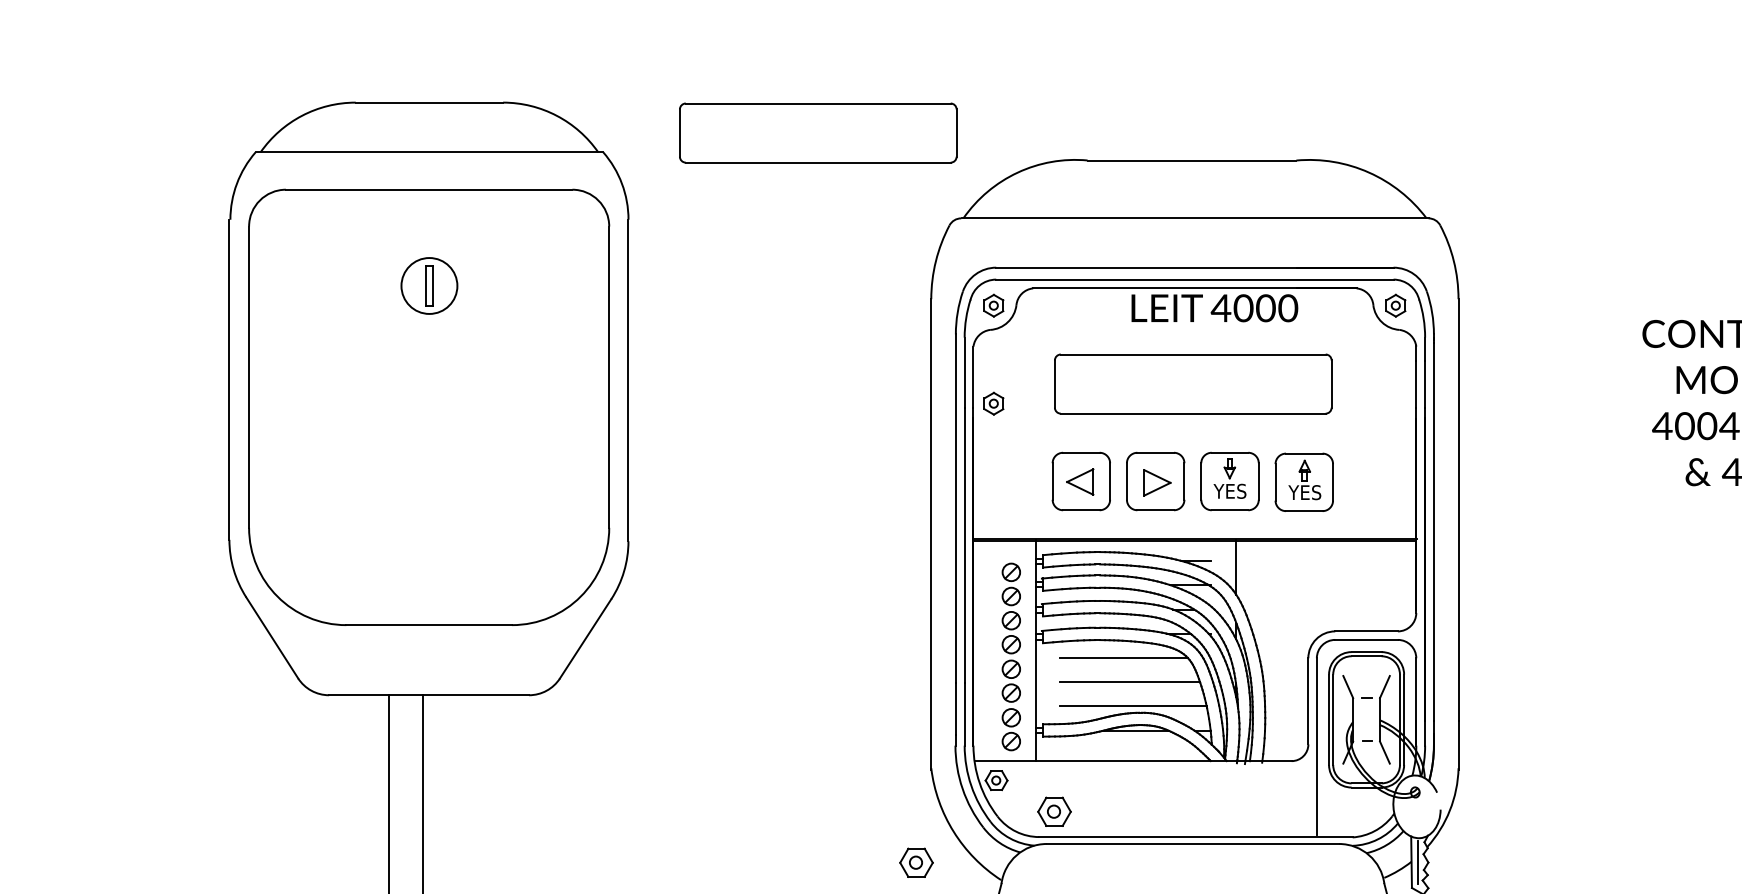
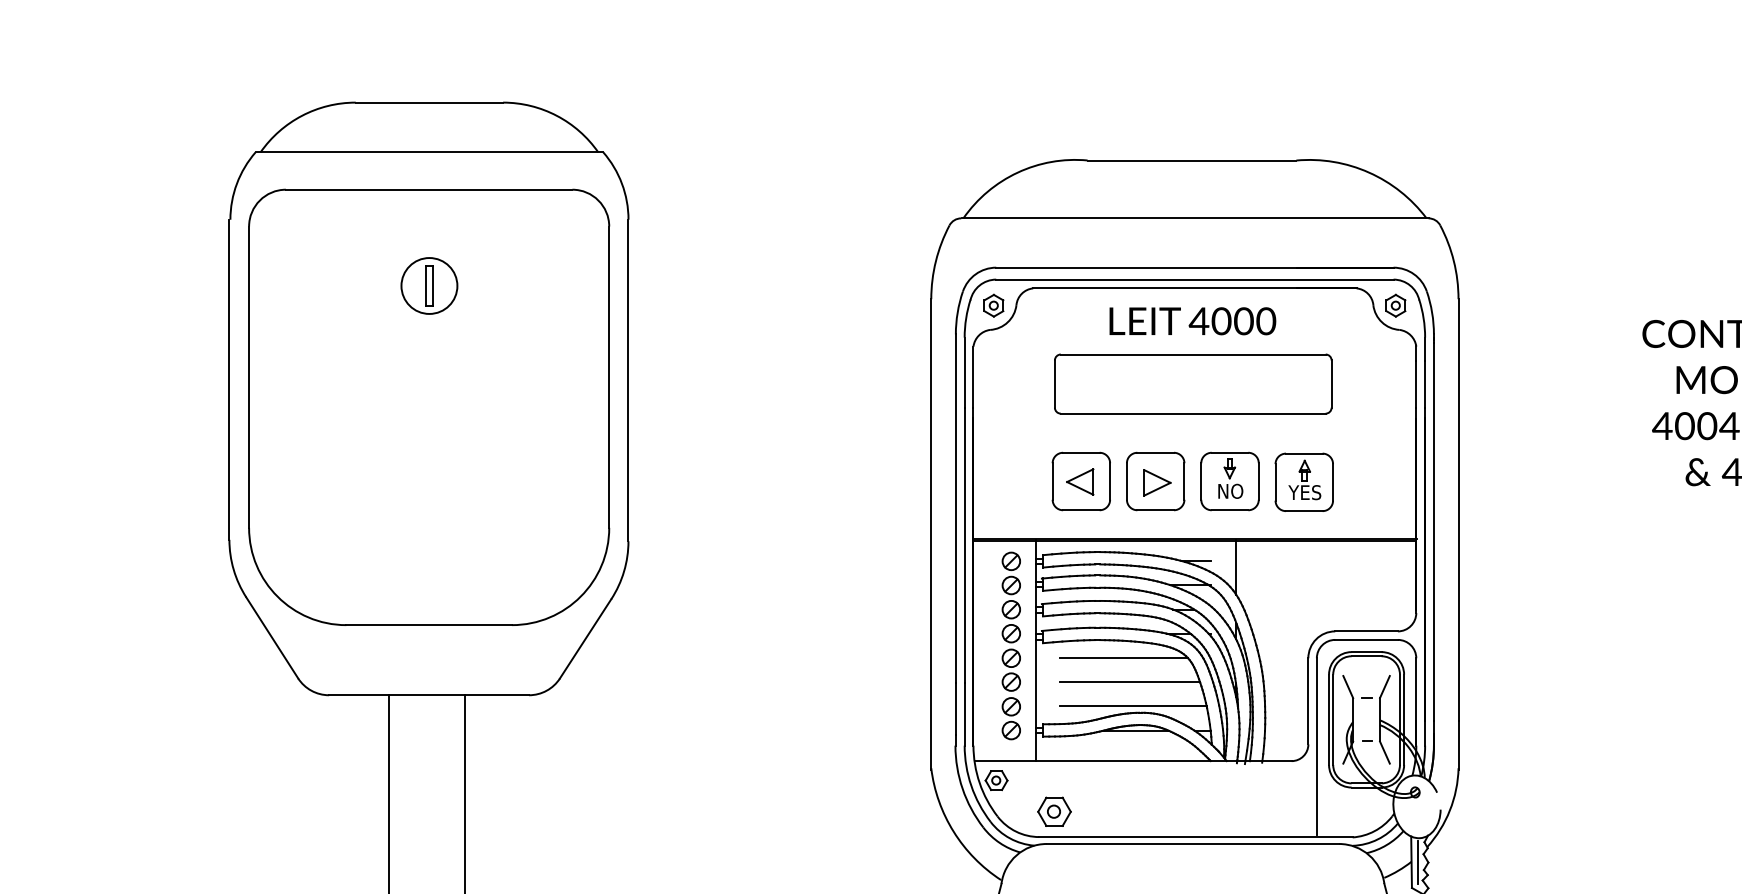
part at (818, 132): present -> none
text at (1214, 308) position: (1214, 308) -> (1192, 321)
part at (993, 403): present -> none
text at (1229, 490): YES -> NO
part at (1010, 656) position: (1010, 656) -> (1010, 645)
line at (422, 792) position: (422, 792) -> (464, 792)
part at (916, 862): present -> none
